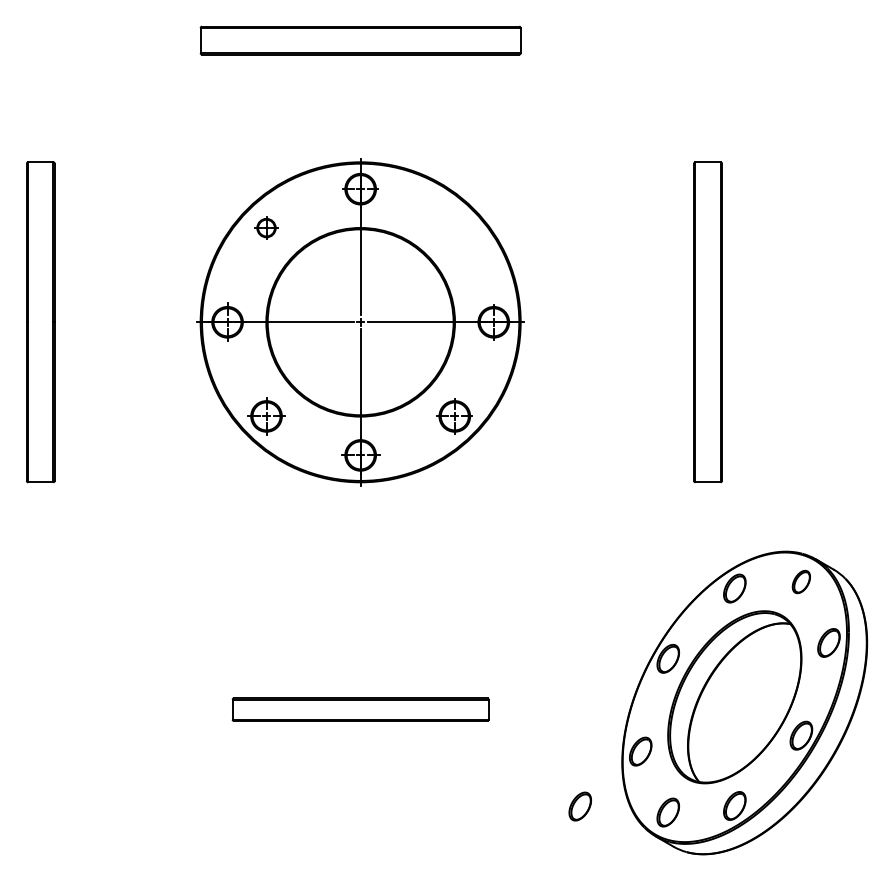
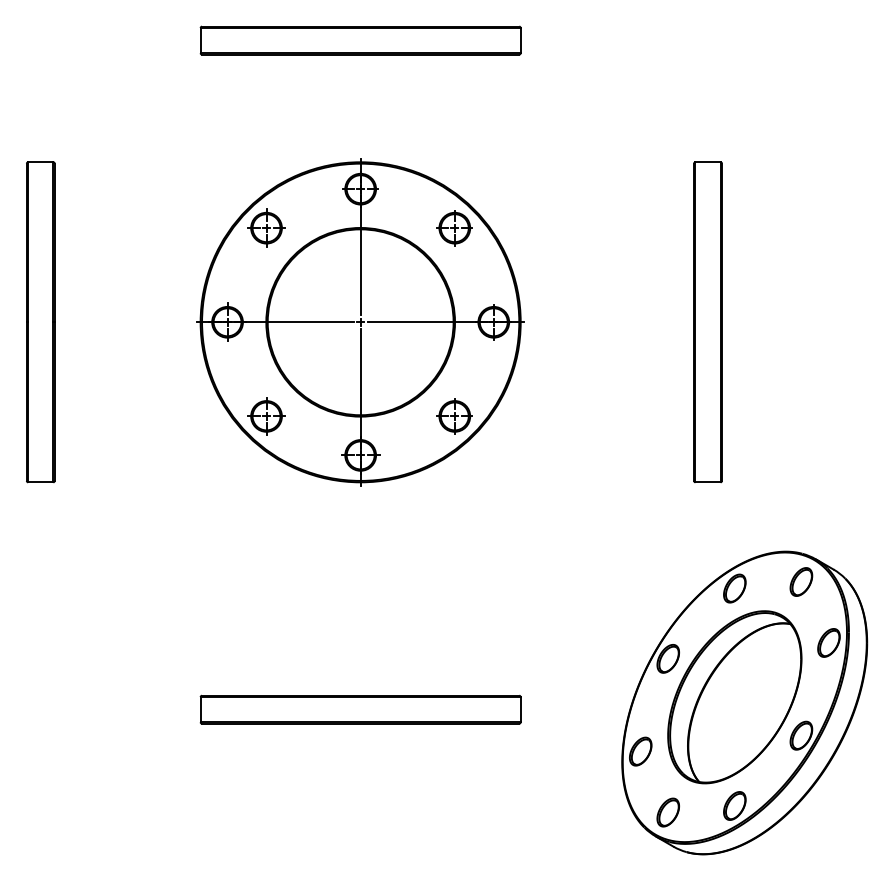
part at (266, 227) size: 25x24 px -> 39x40 px
part at (454, 228): none -> present
part at (800, 581) size: 20x26 px -> 25x30 px
part at (360, 709) size: 259x25 px -> 323x31 px
part at (579, 806): present -> none
